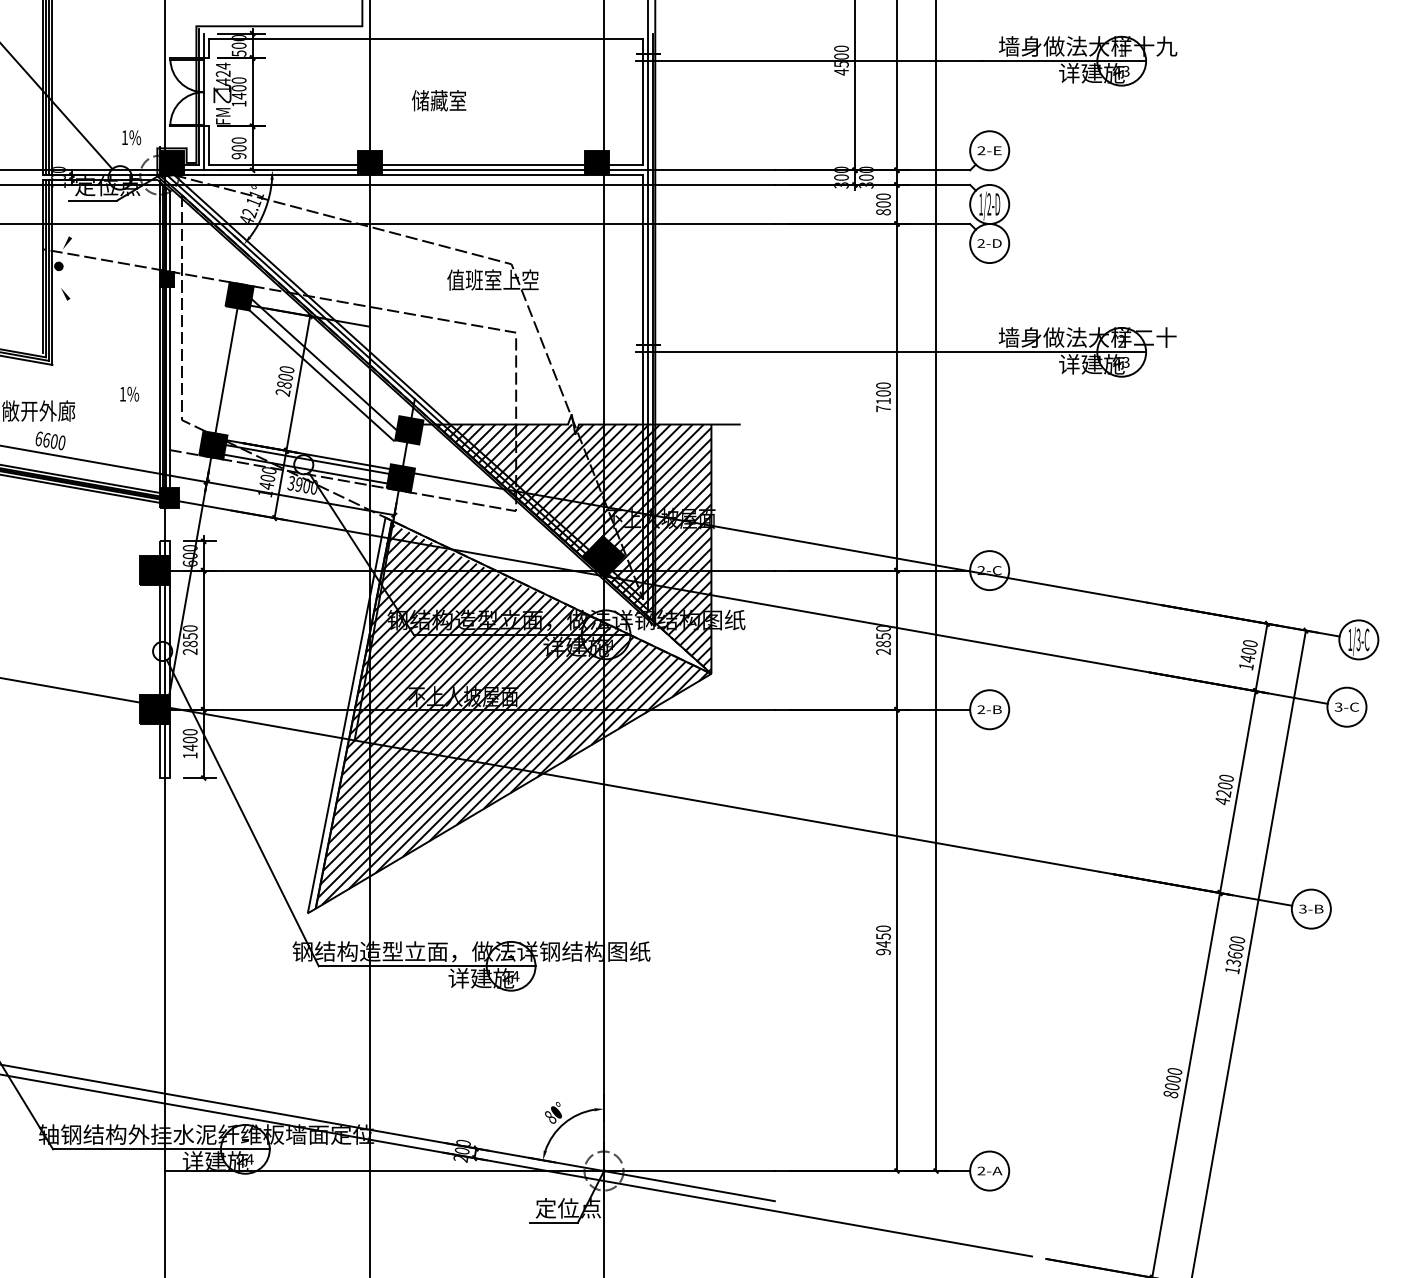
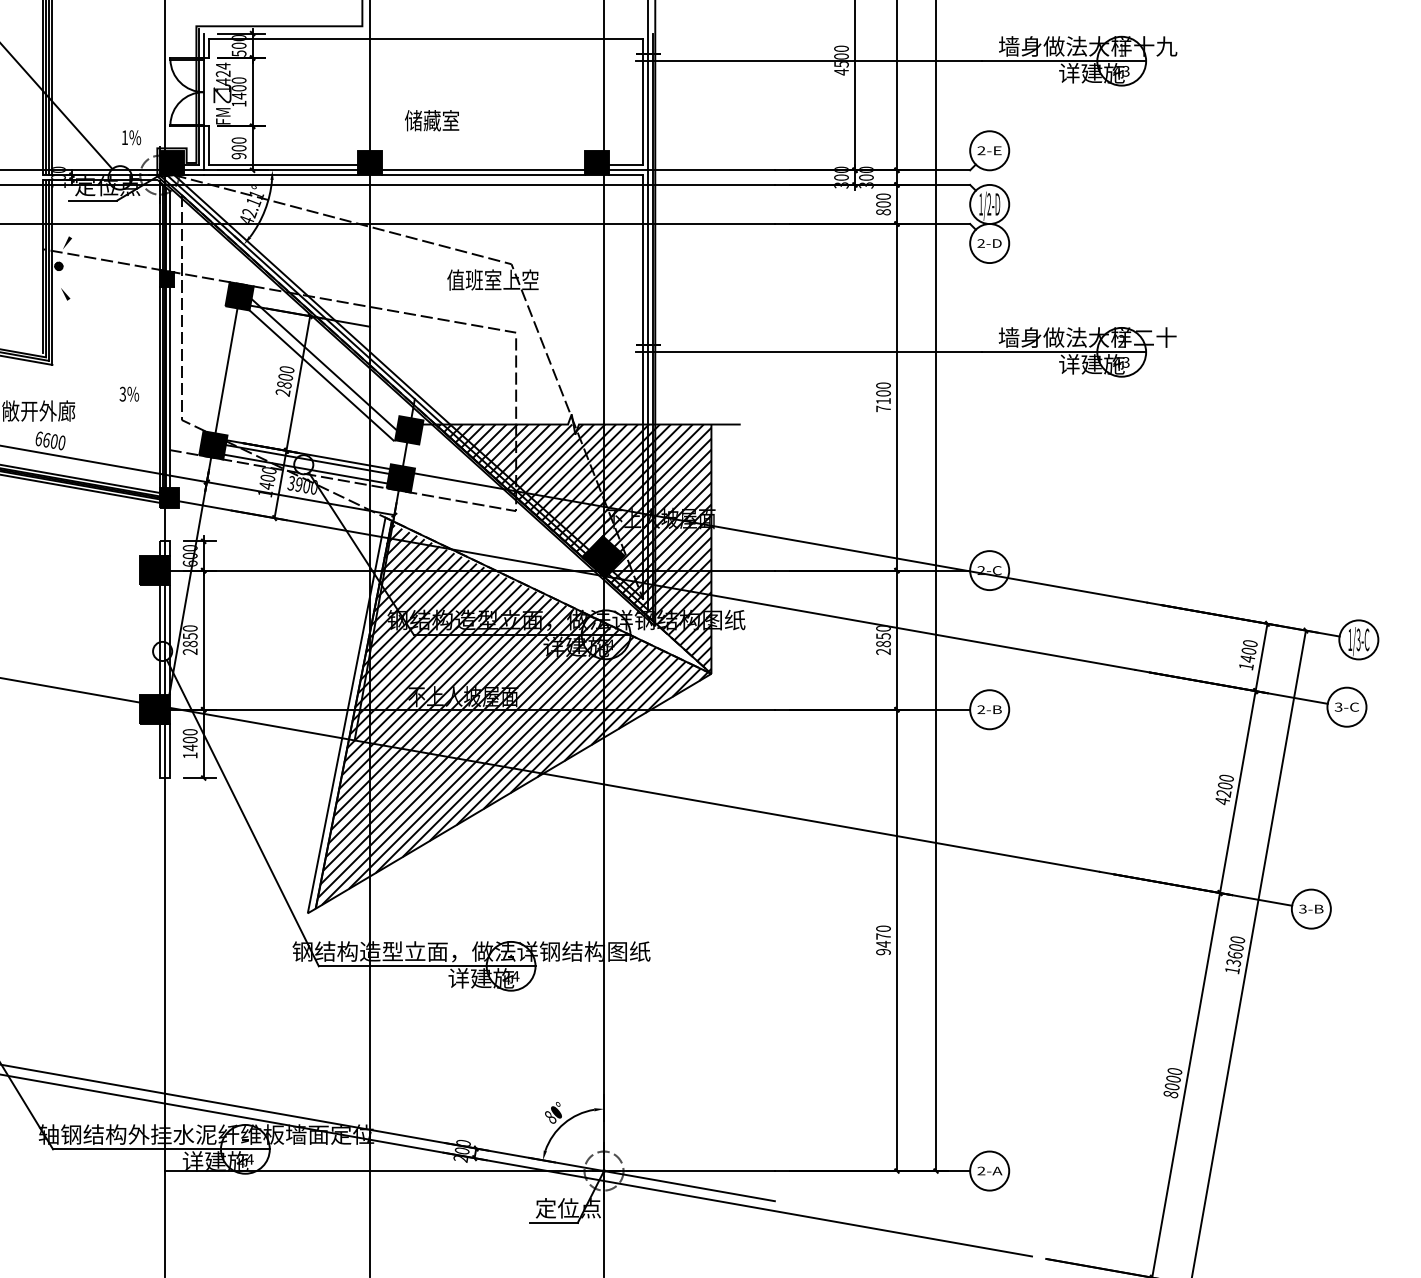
text at (439, 100) position: (439, 100) -> (432, 120)
line at (482, 165): present -> none
text at (122, 393): 1% -> 3%
text at (883, 936): 9450 -> 9470
